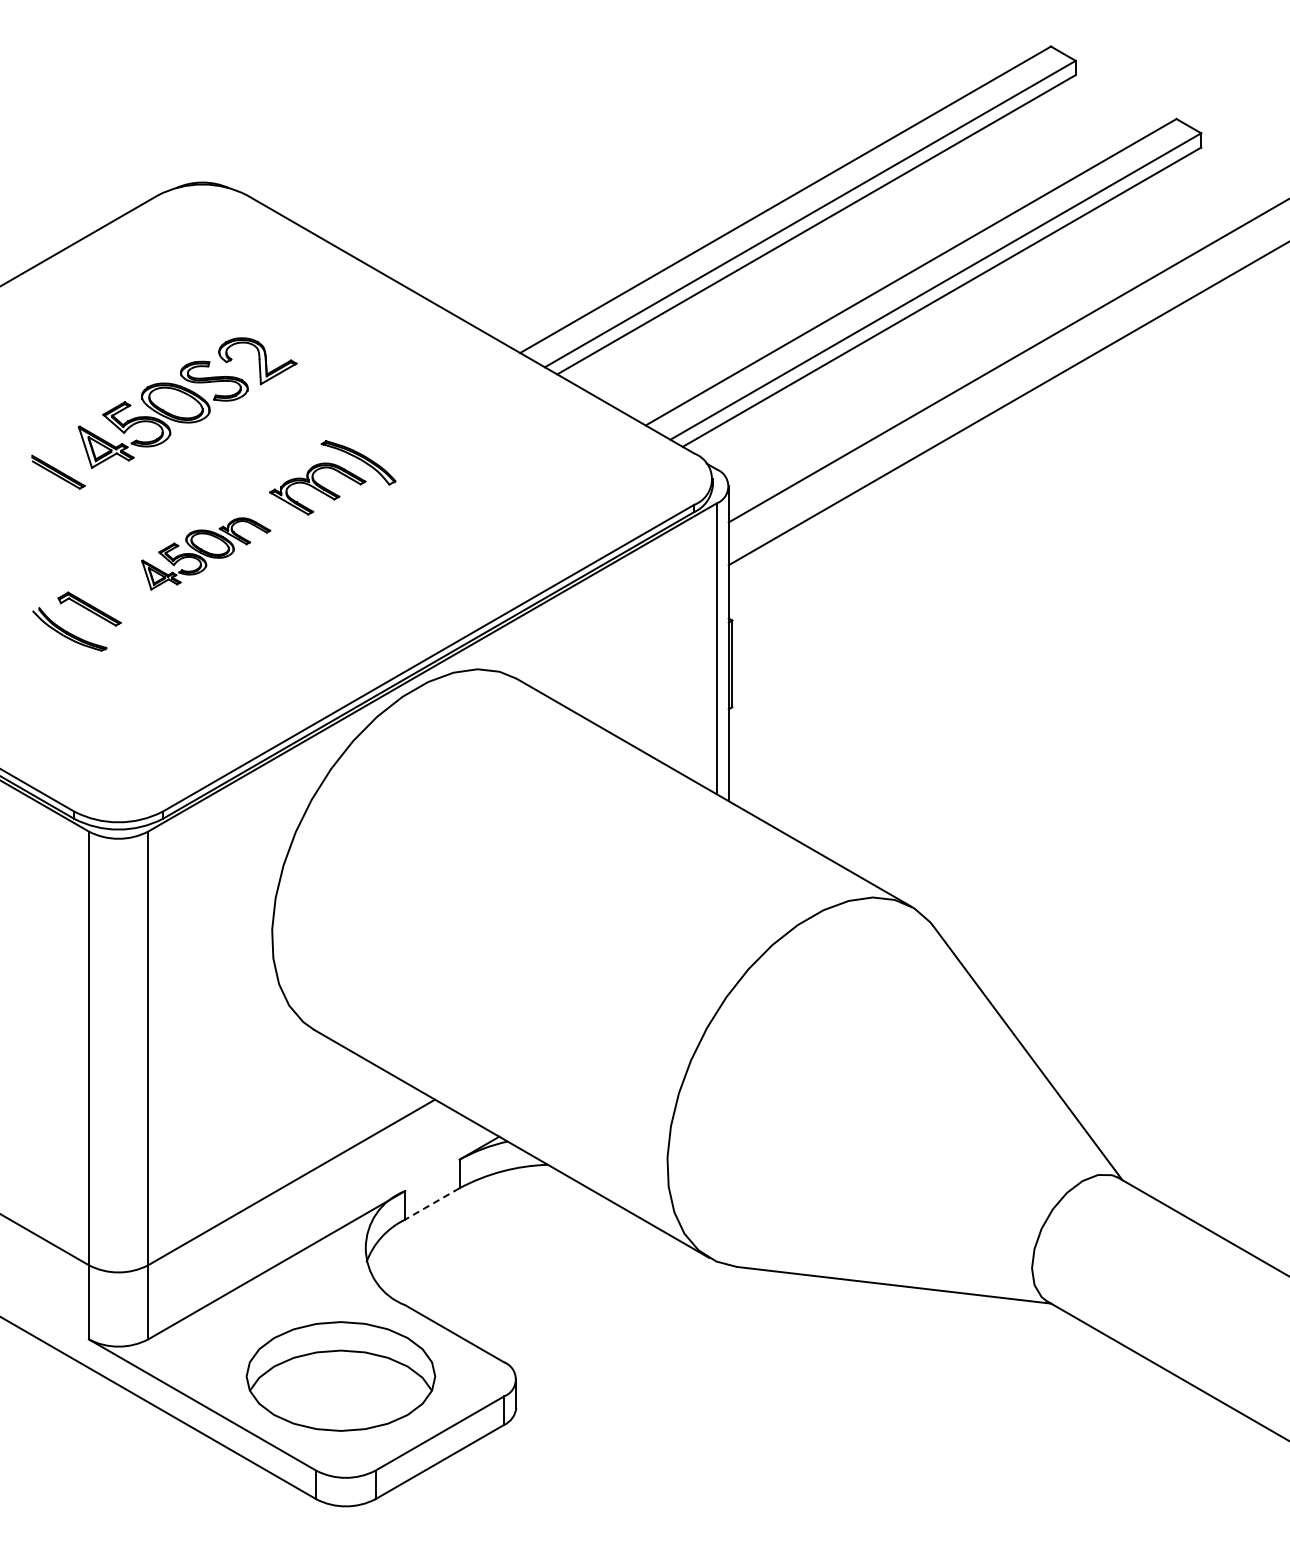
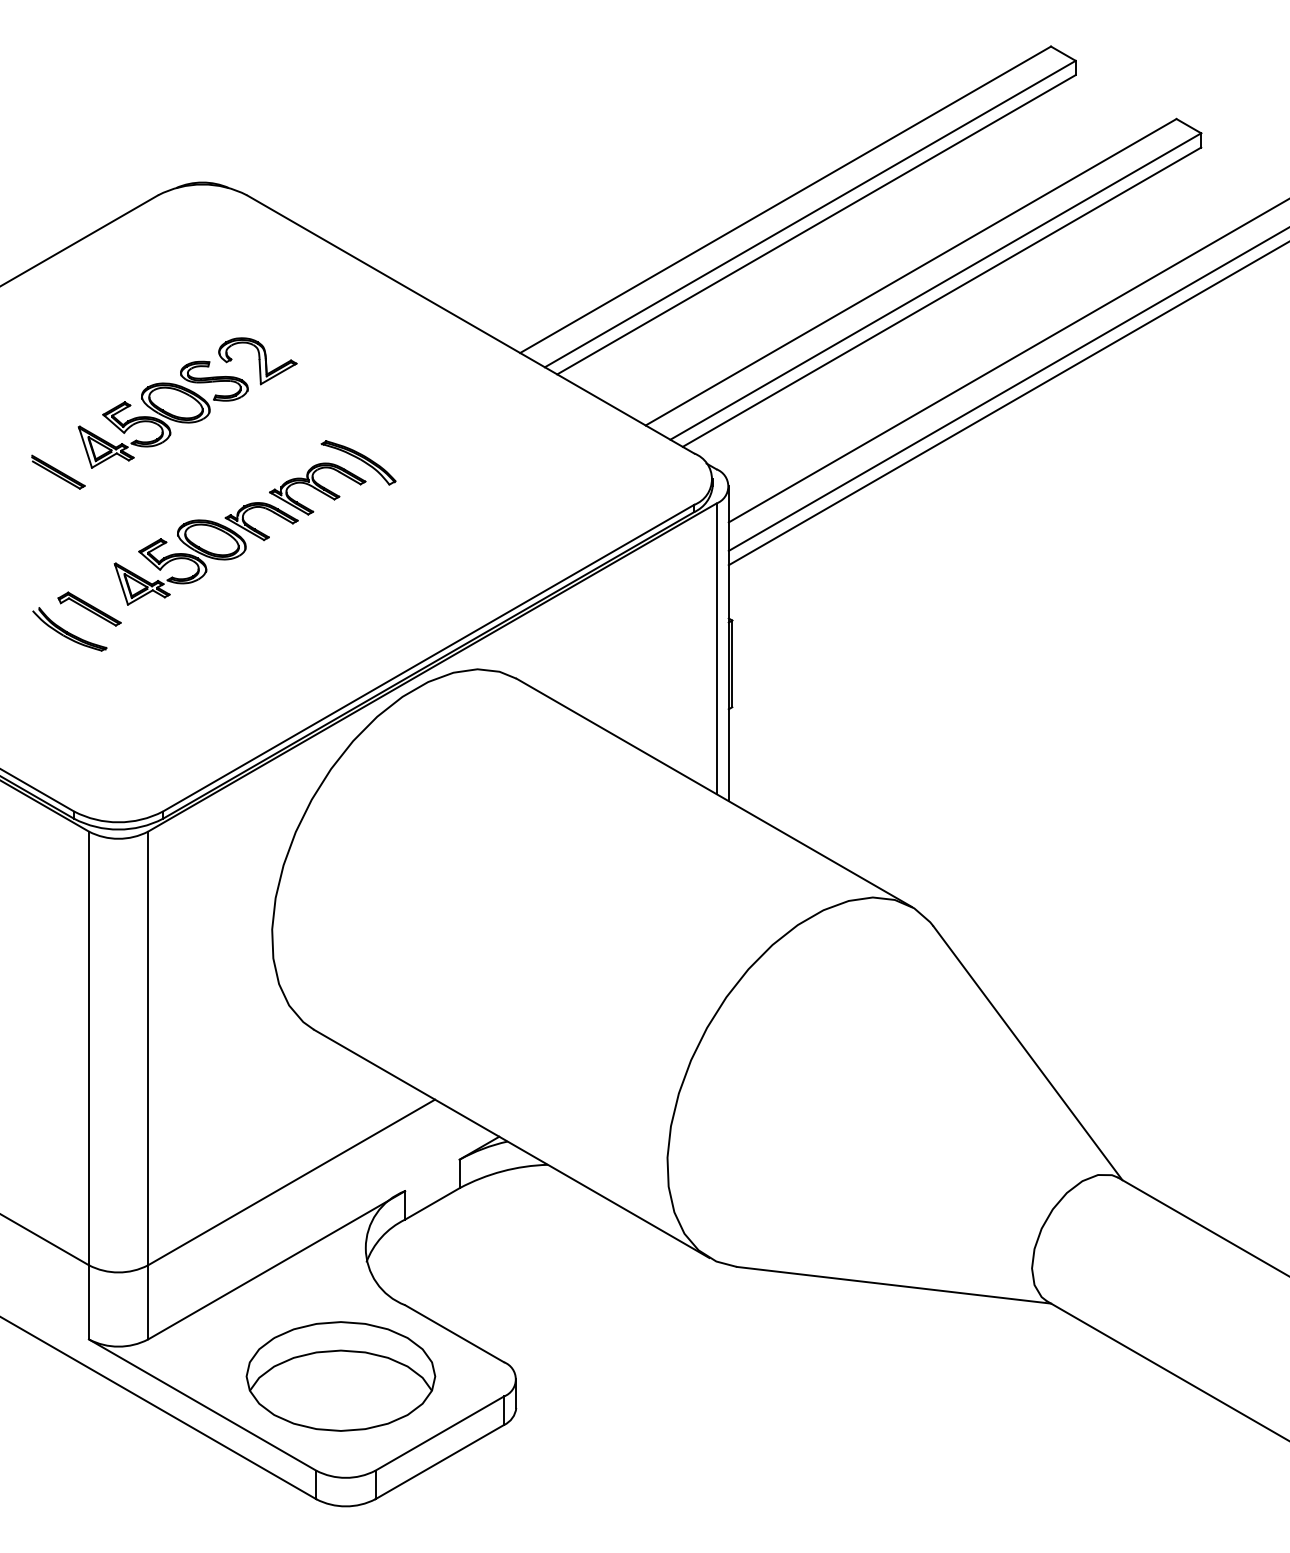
line at (1007, 389): none -> present
part at (206, 553) size: 131x74 px -> 186x104 px
line at (431, 1204): dashed -> solid
